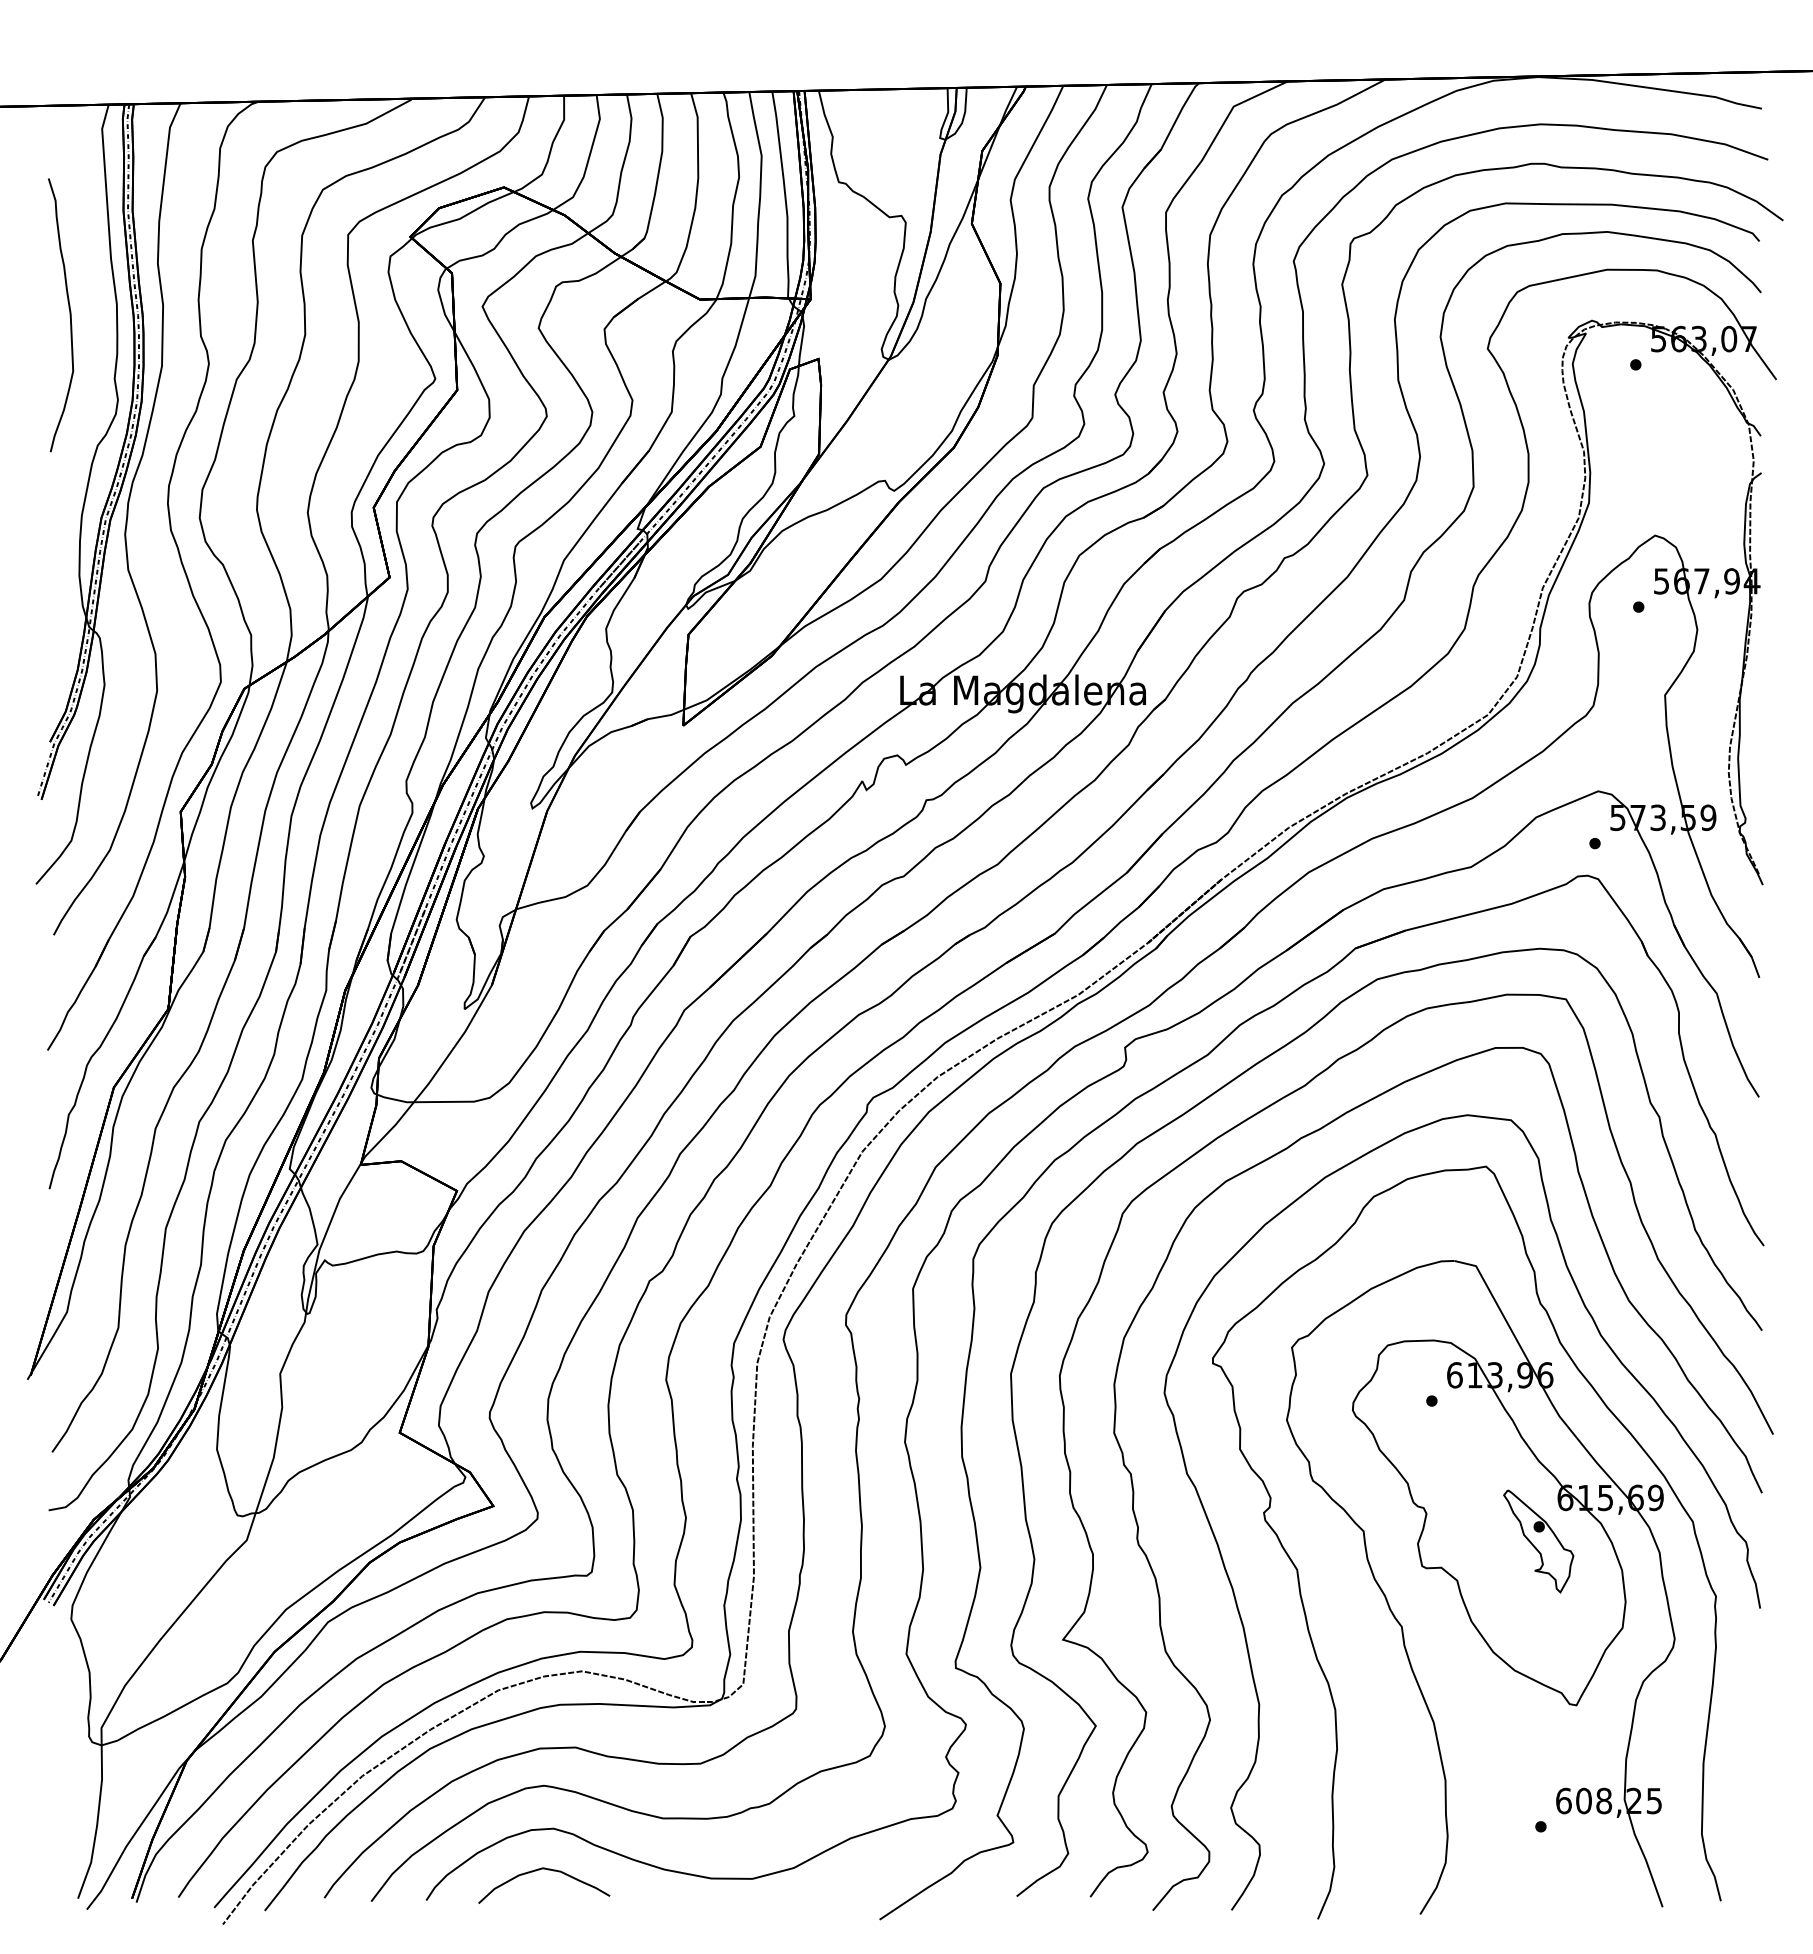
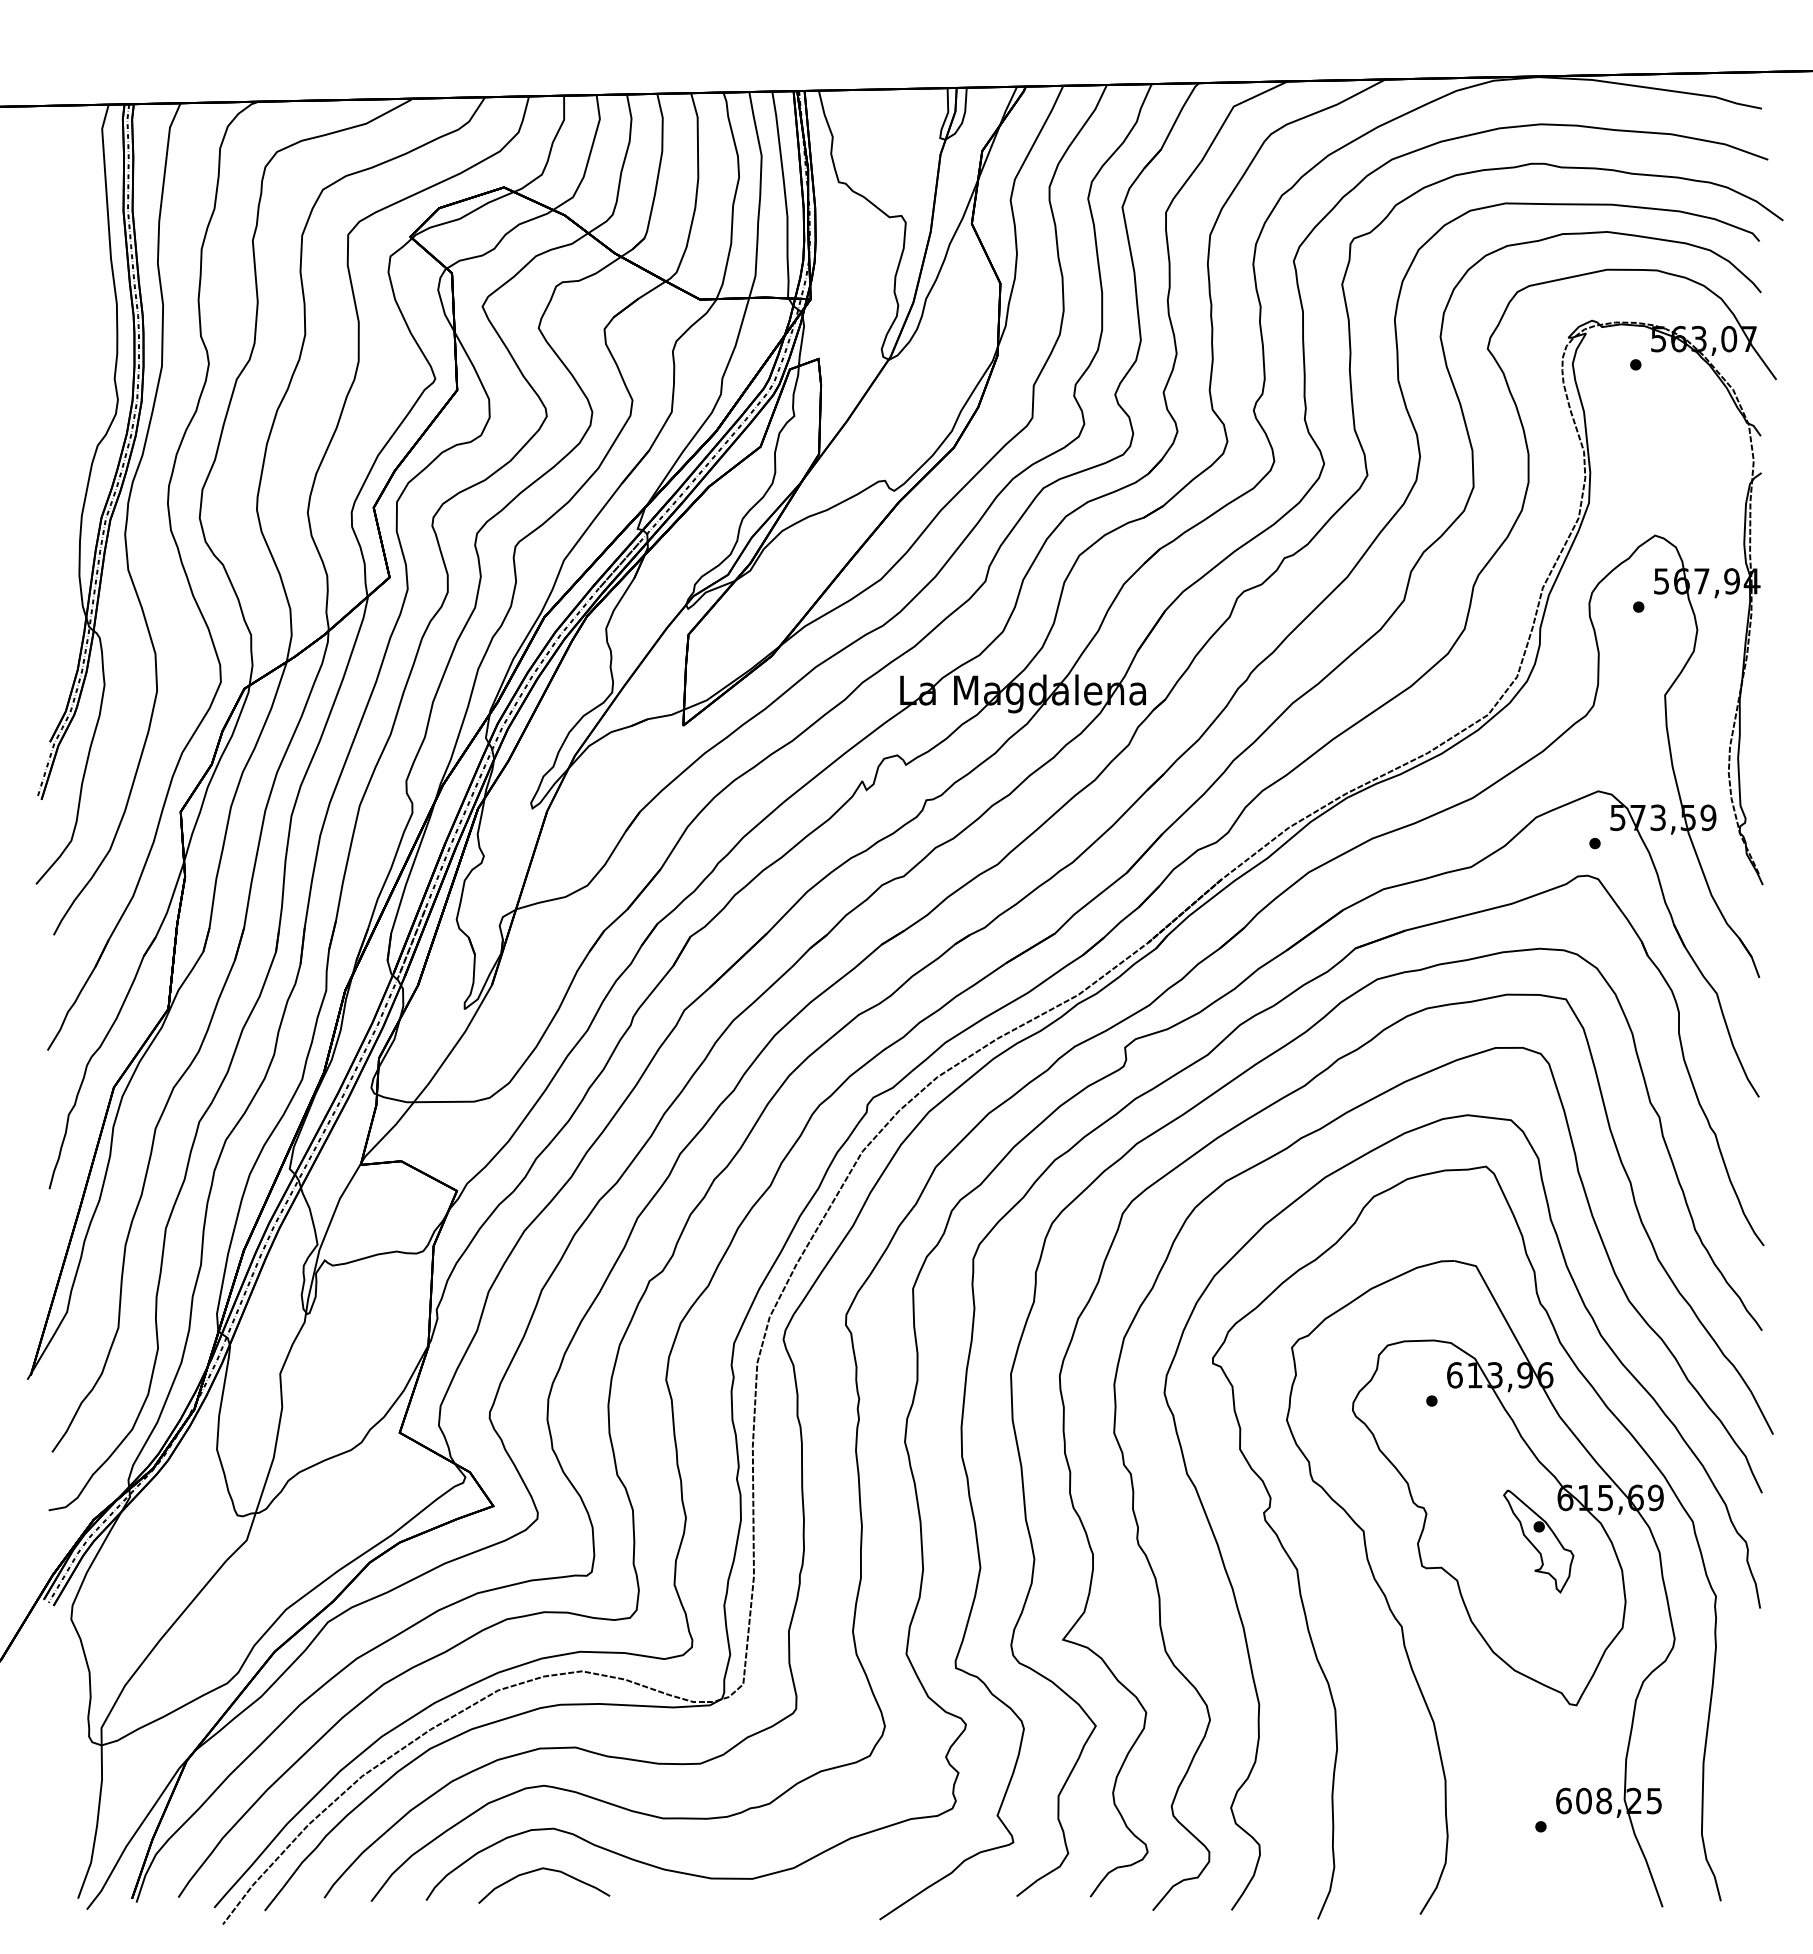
curve at (69, 315): present -> none
